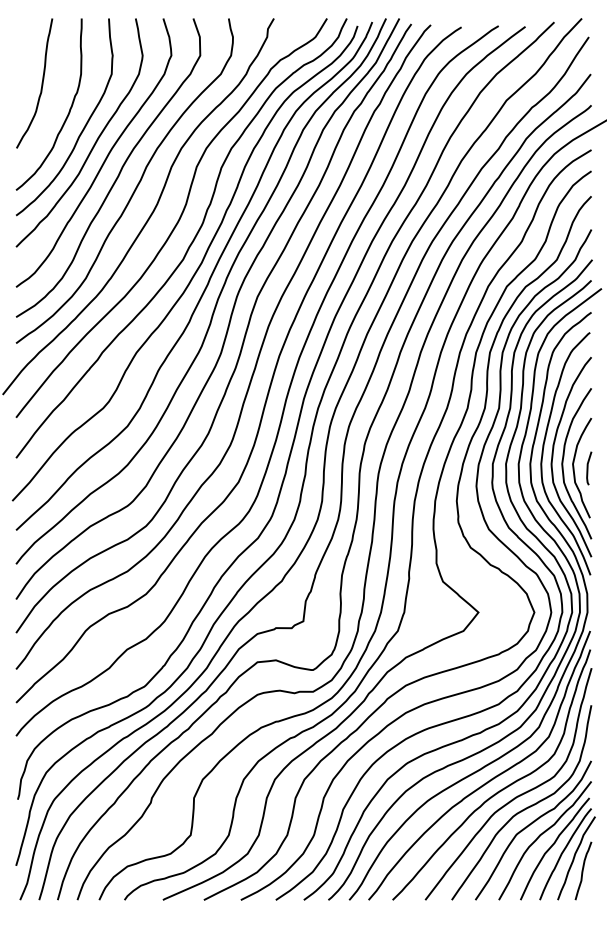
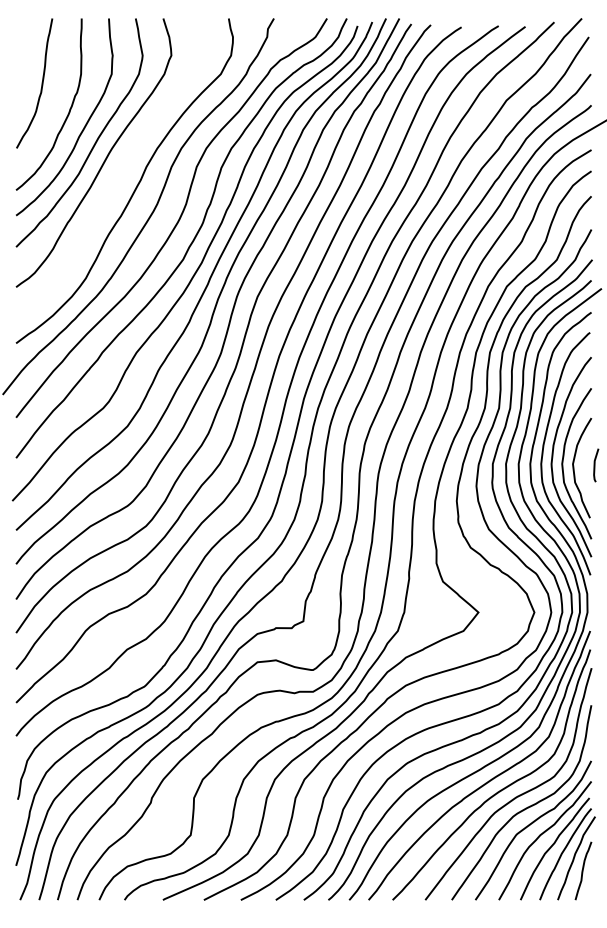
curve at (118, 173): present -> none
line at (588, 468) position: (588, 468) -> (595, 465)
